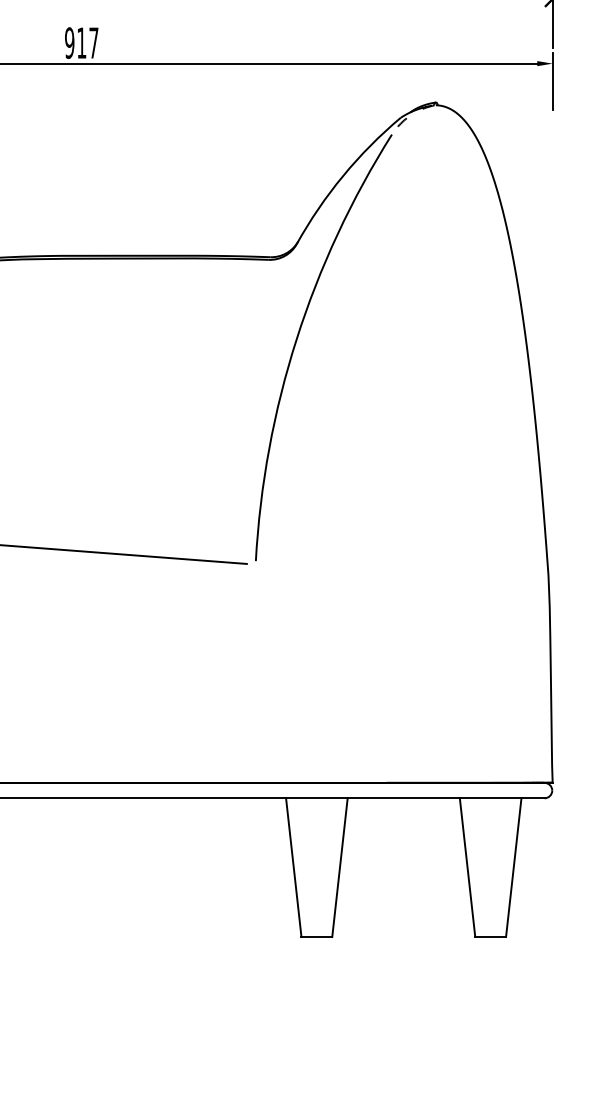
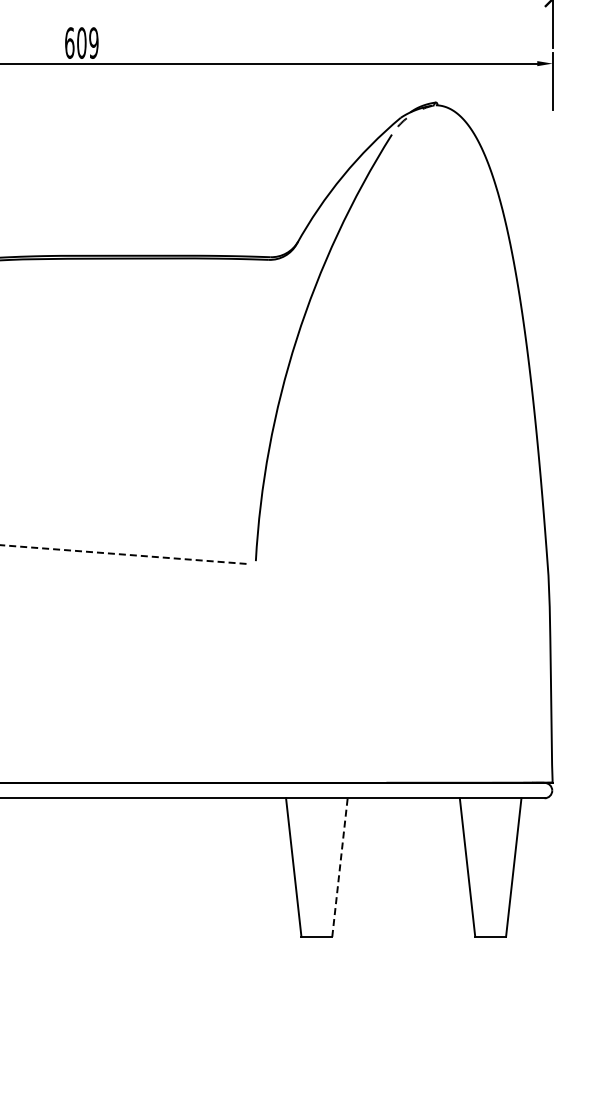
text at (81, 42): 917 -> 609
line at (124, 554): solid -> dashed
line at (339, 867): solid -> dashed
